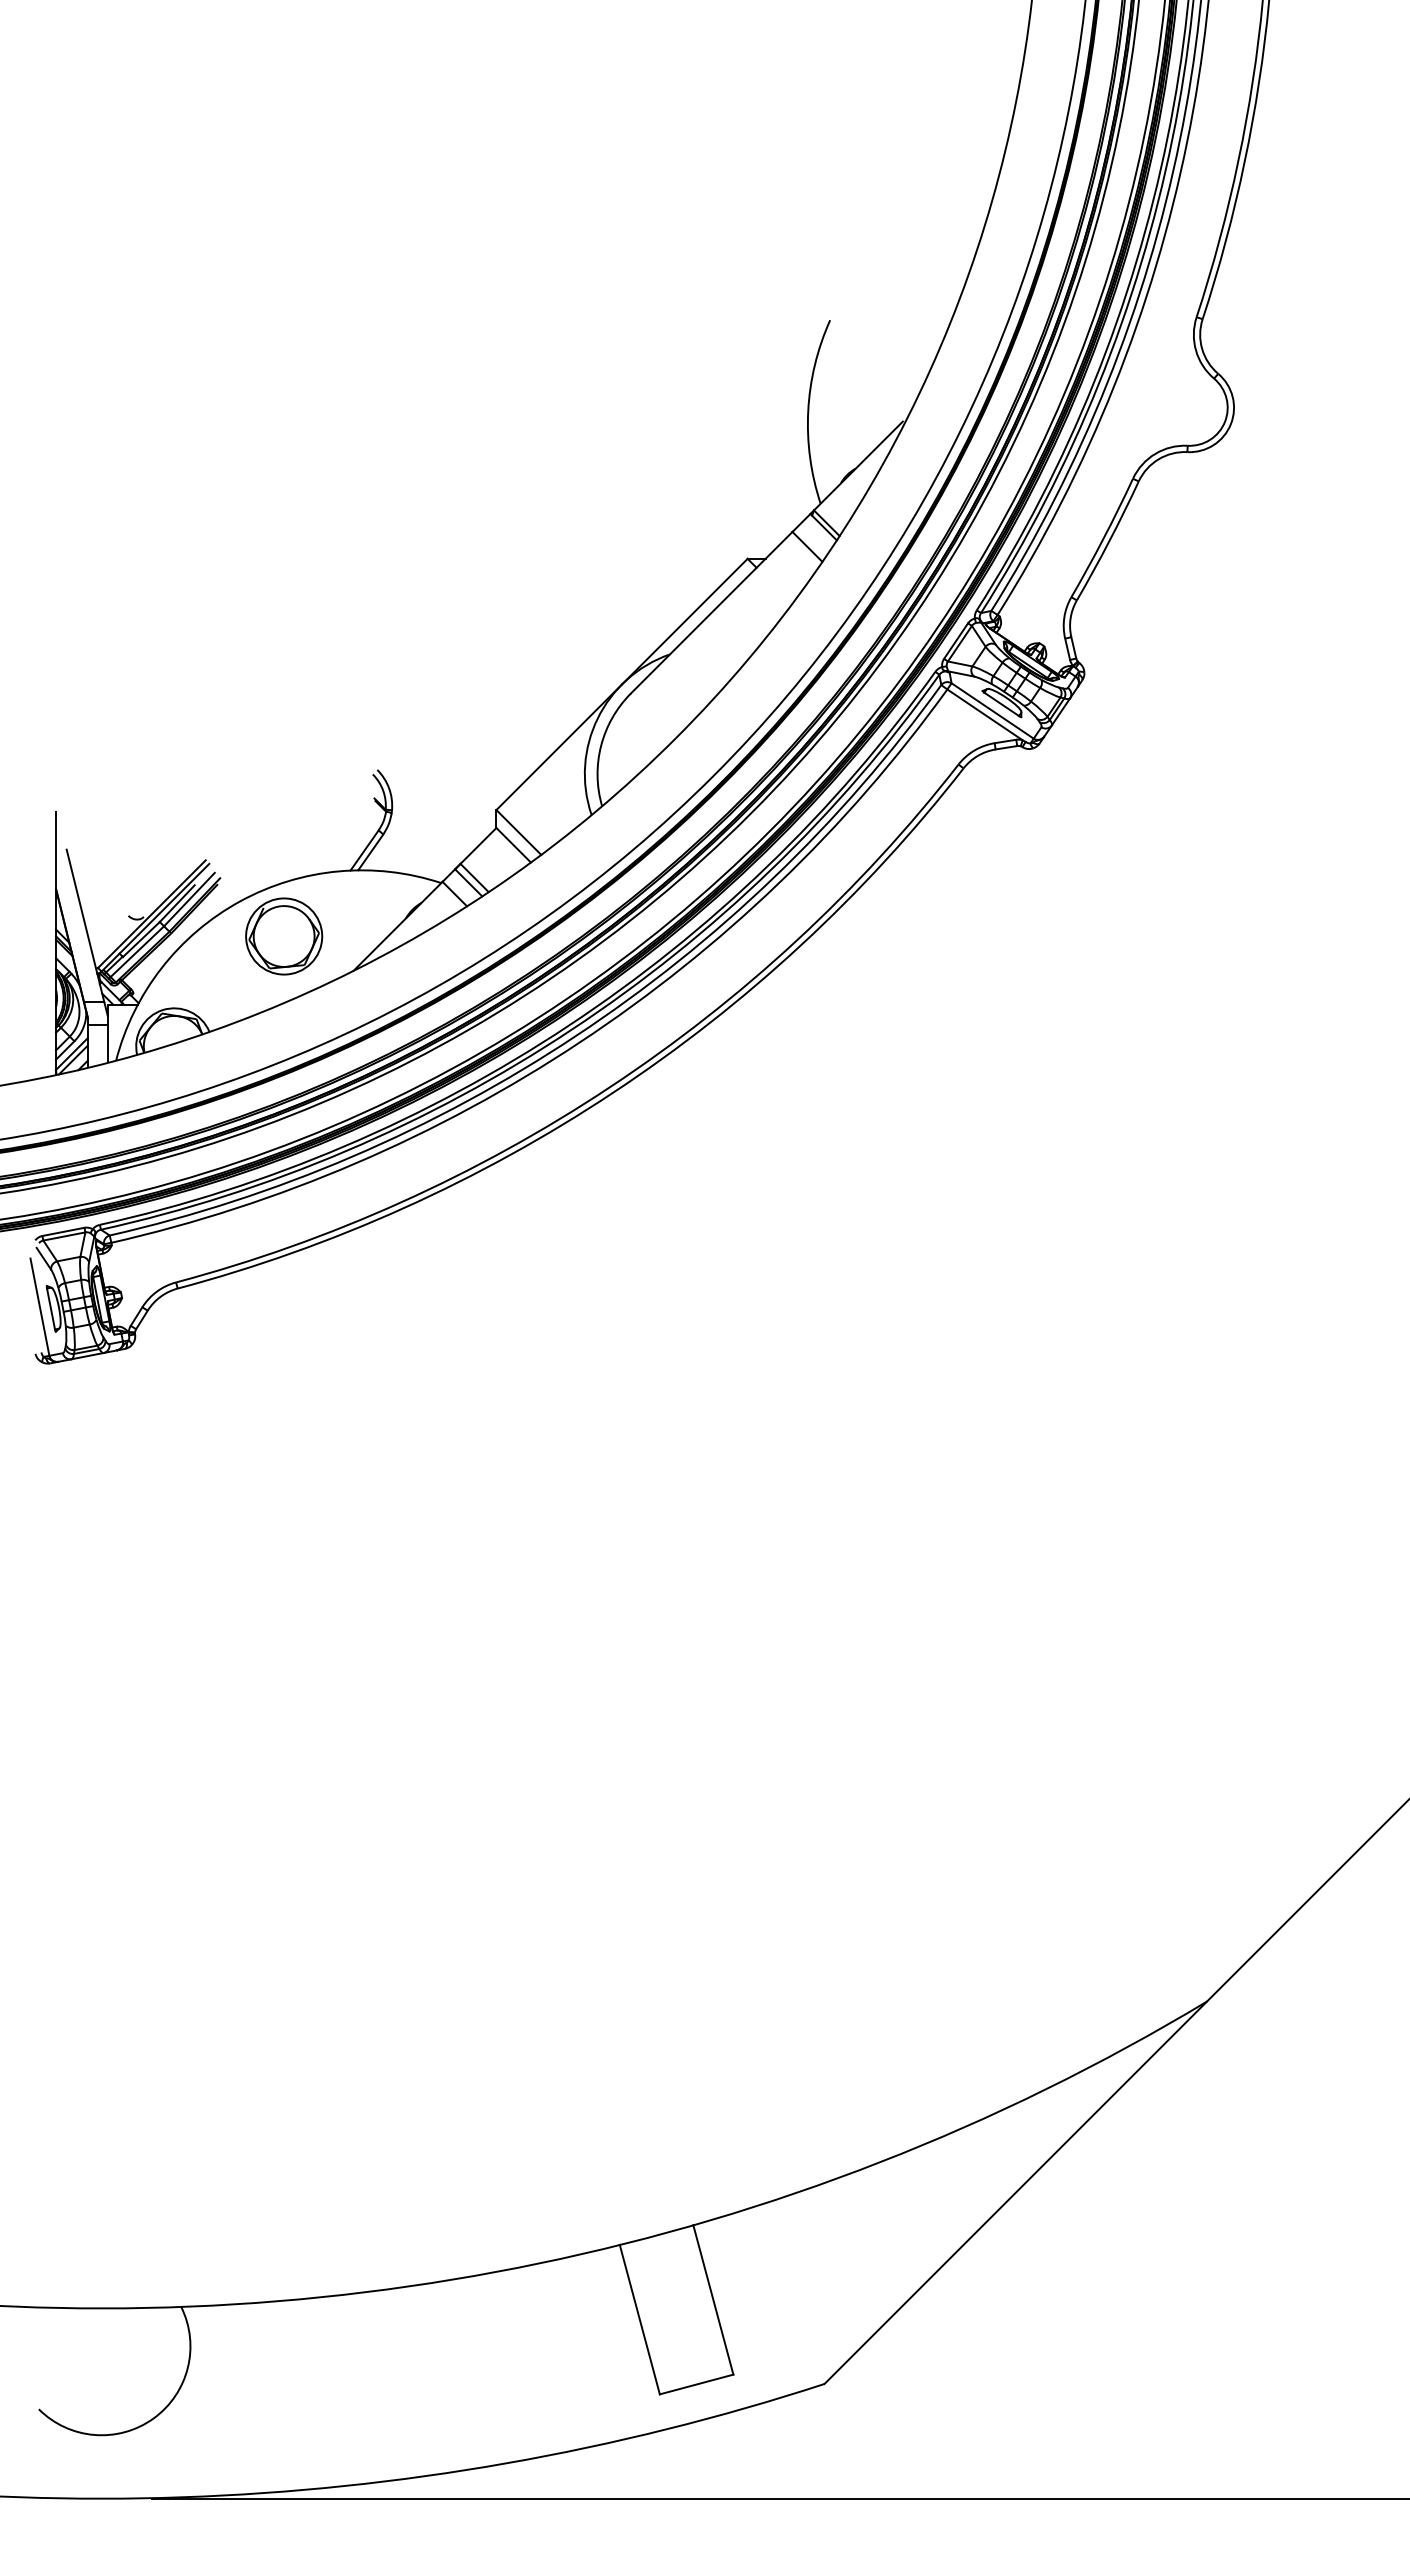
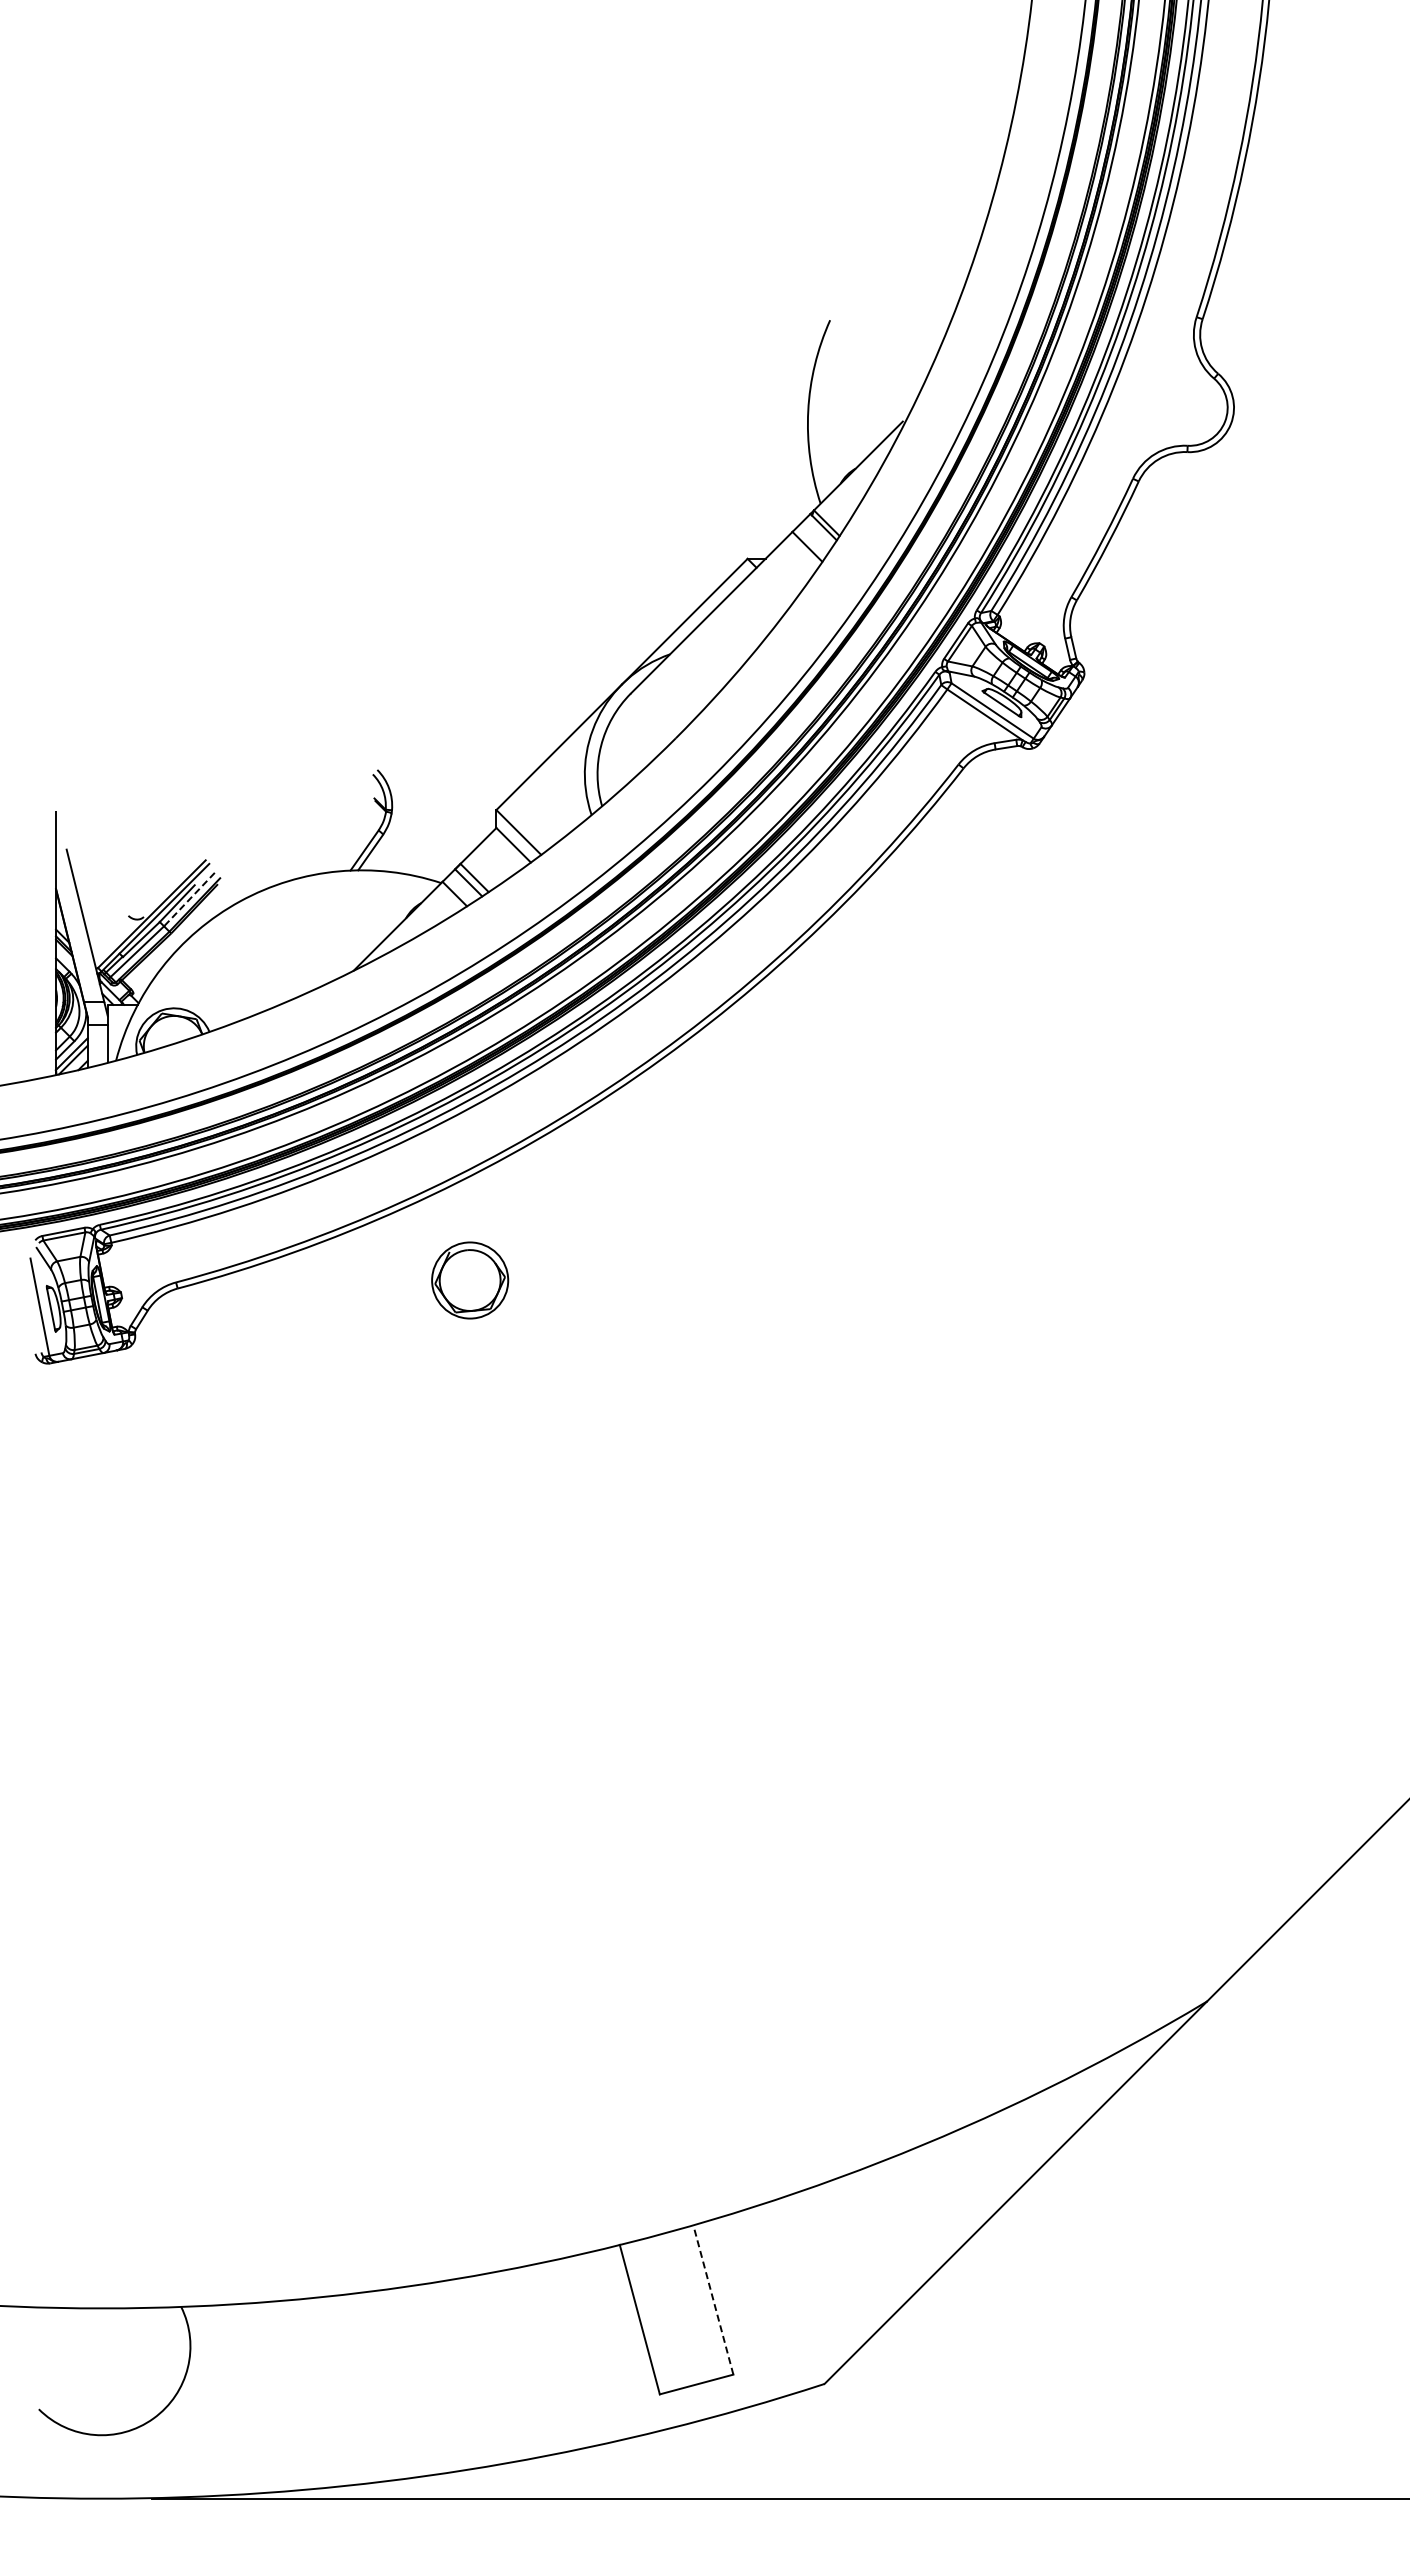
line at (189, 899): solid -> dashed
part at (284, 936) position: (284, 936) -> (470, 1280)
line at (713, 2299): solid -> dashed
